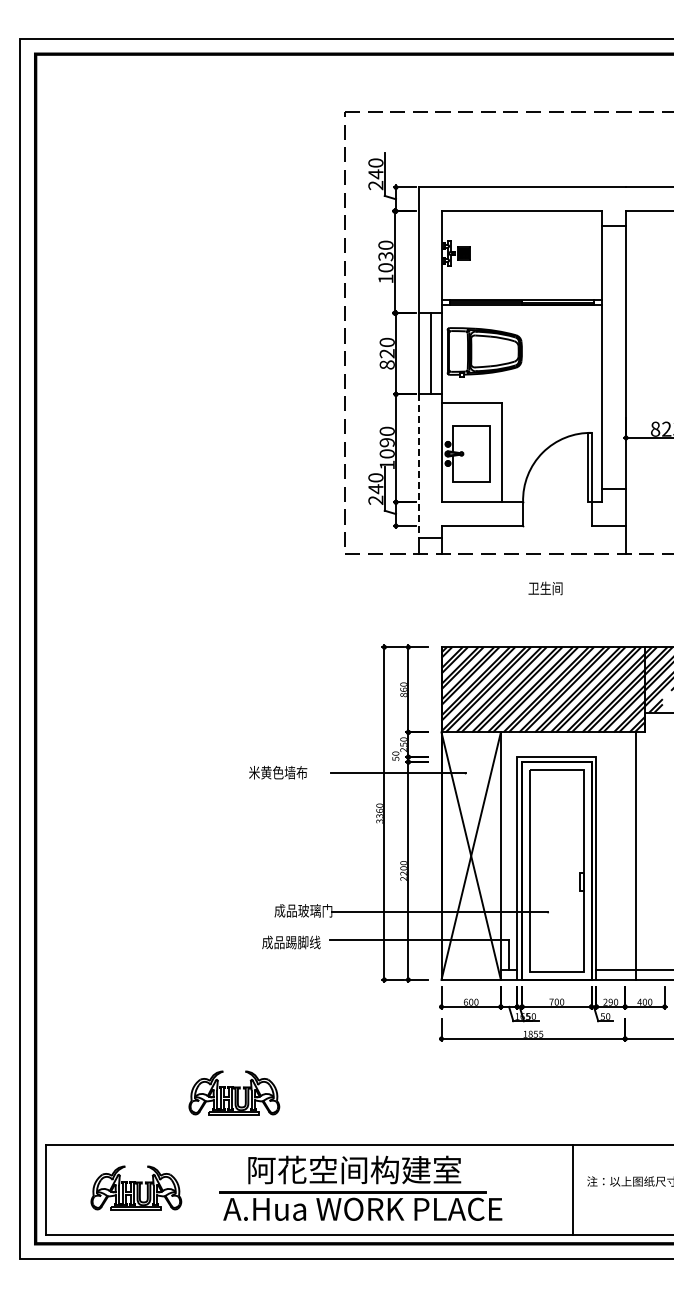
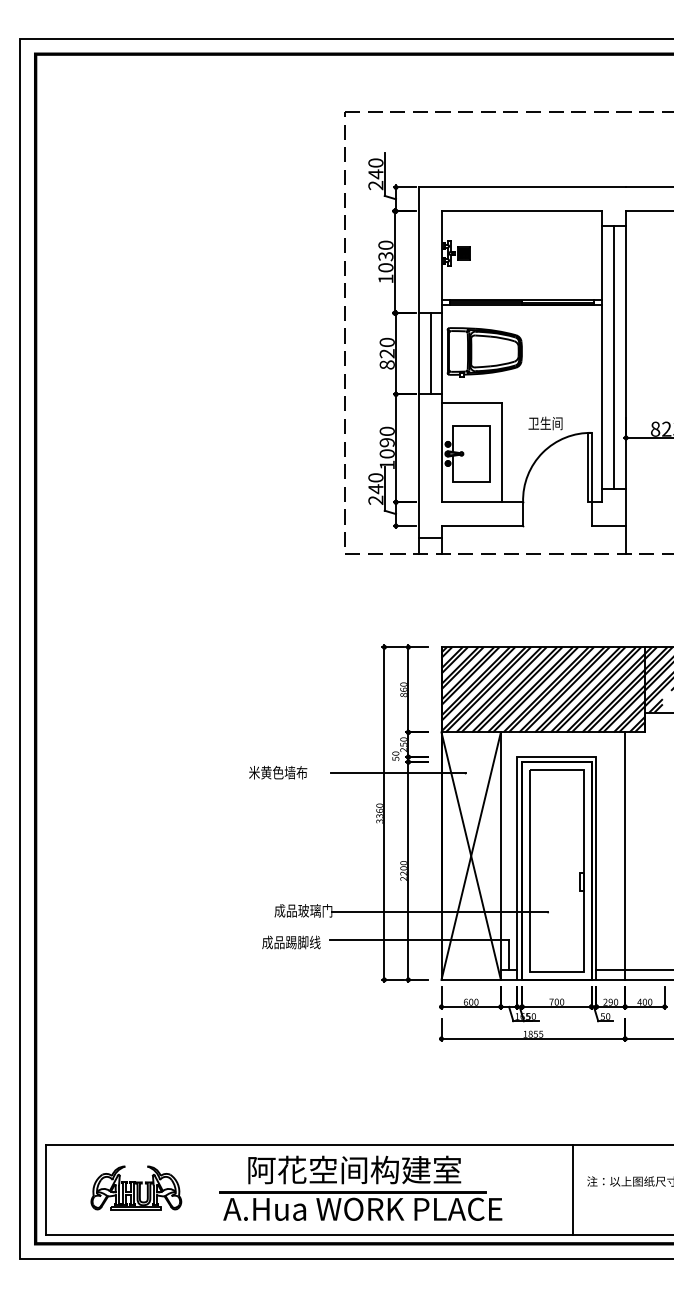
line at (614, 357): none -> present
line at (418, 466): dashed -> solid
text at (545, 588) position: (545, 588) -> (545, 423)
line at (636, 855) position: (636, 855) -> (625, 855)
part at (234, 1092): present -> none
